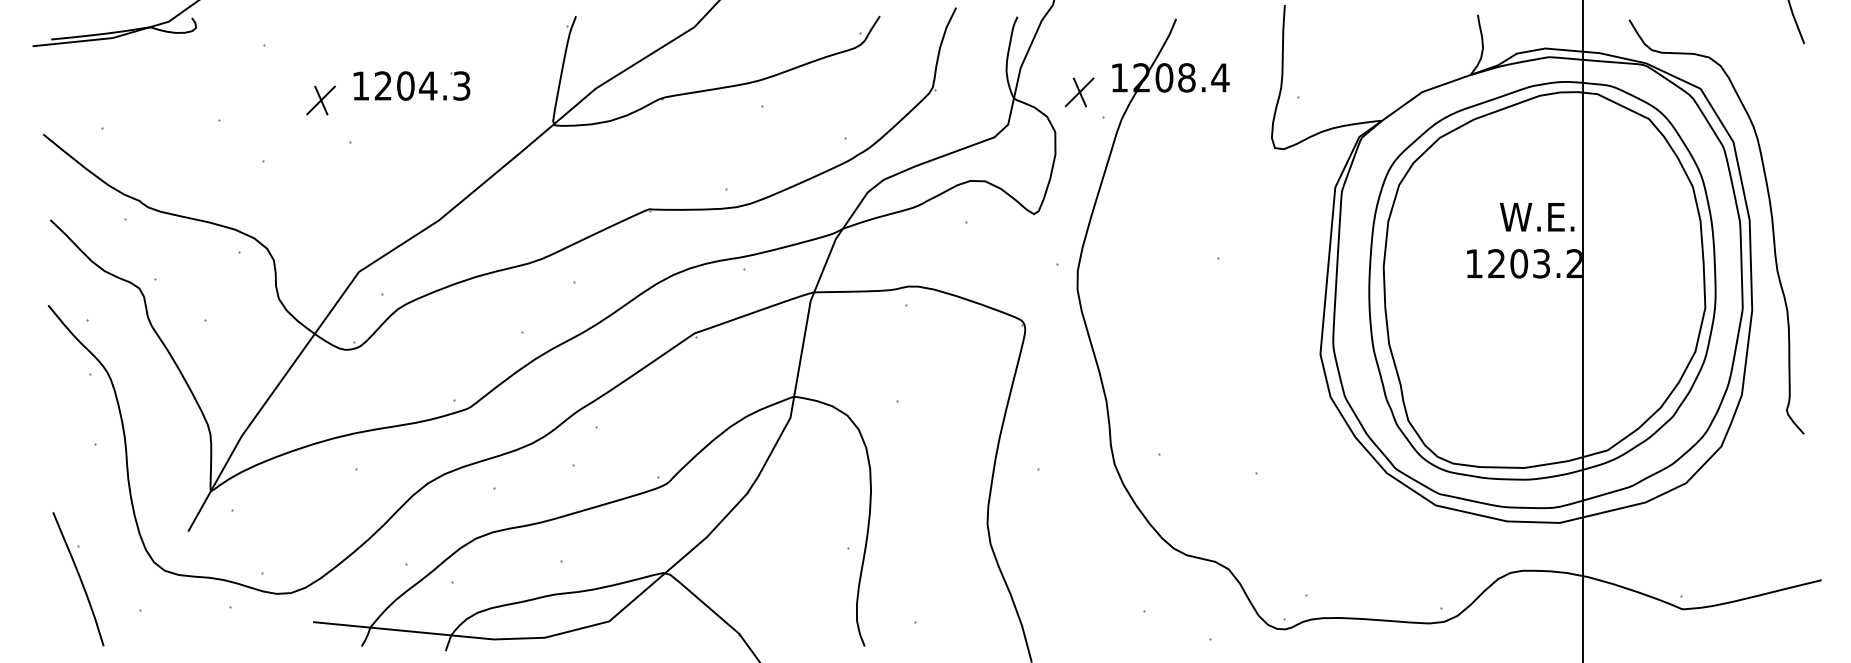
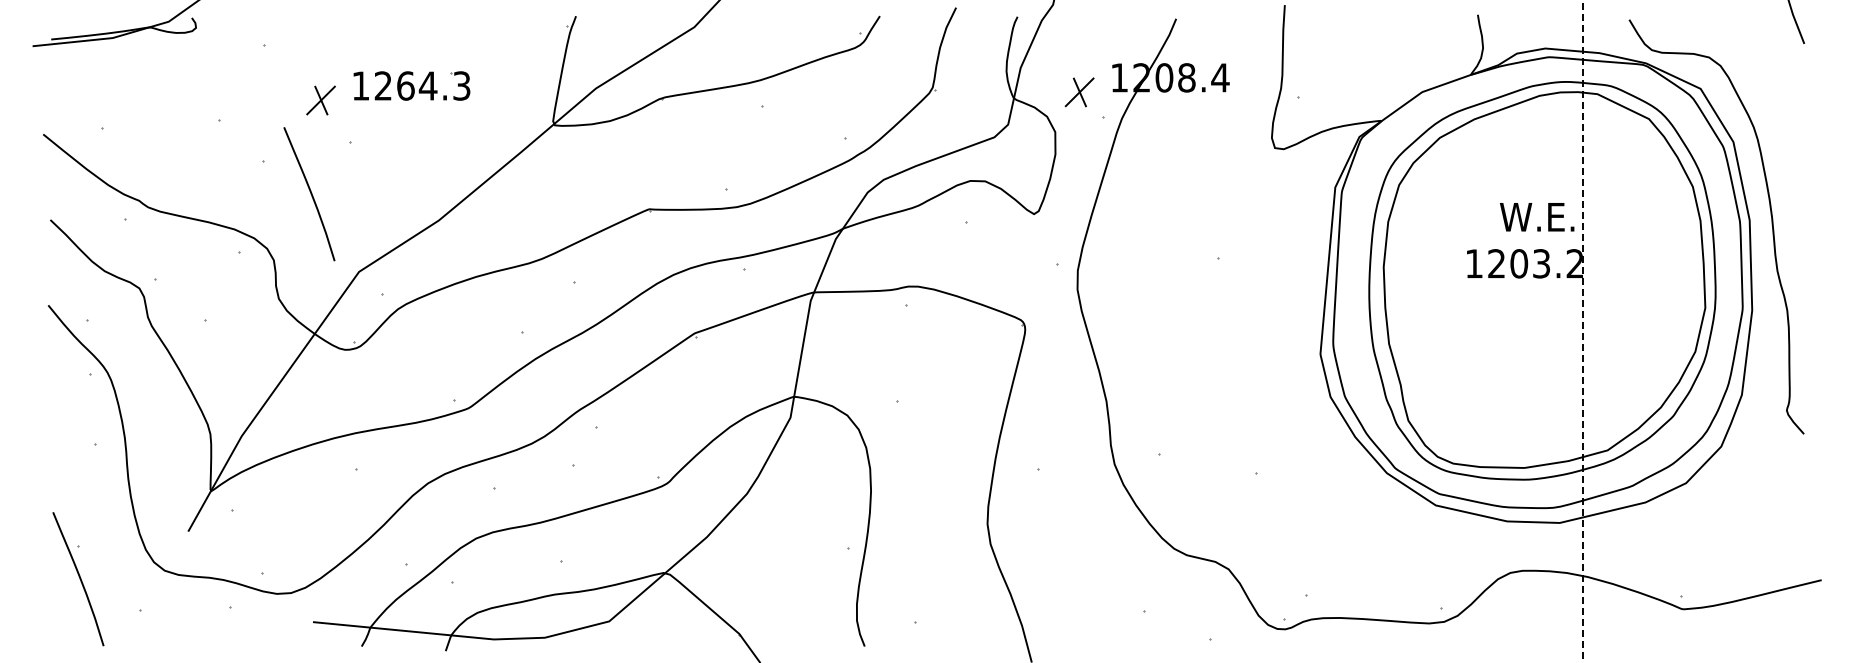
text at (405, 85): 1204.3 -> 1264.3
curve at (310, 194): none -> present
line at (1583, 331): solid -> dashed
